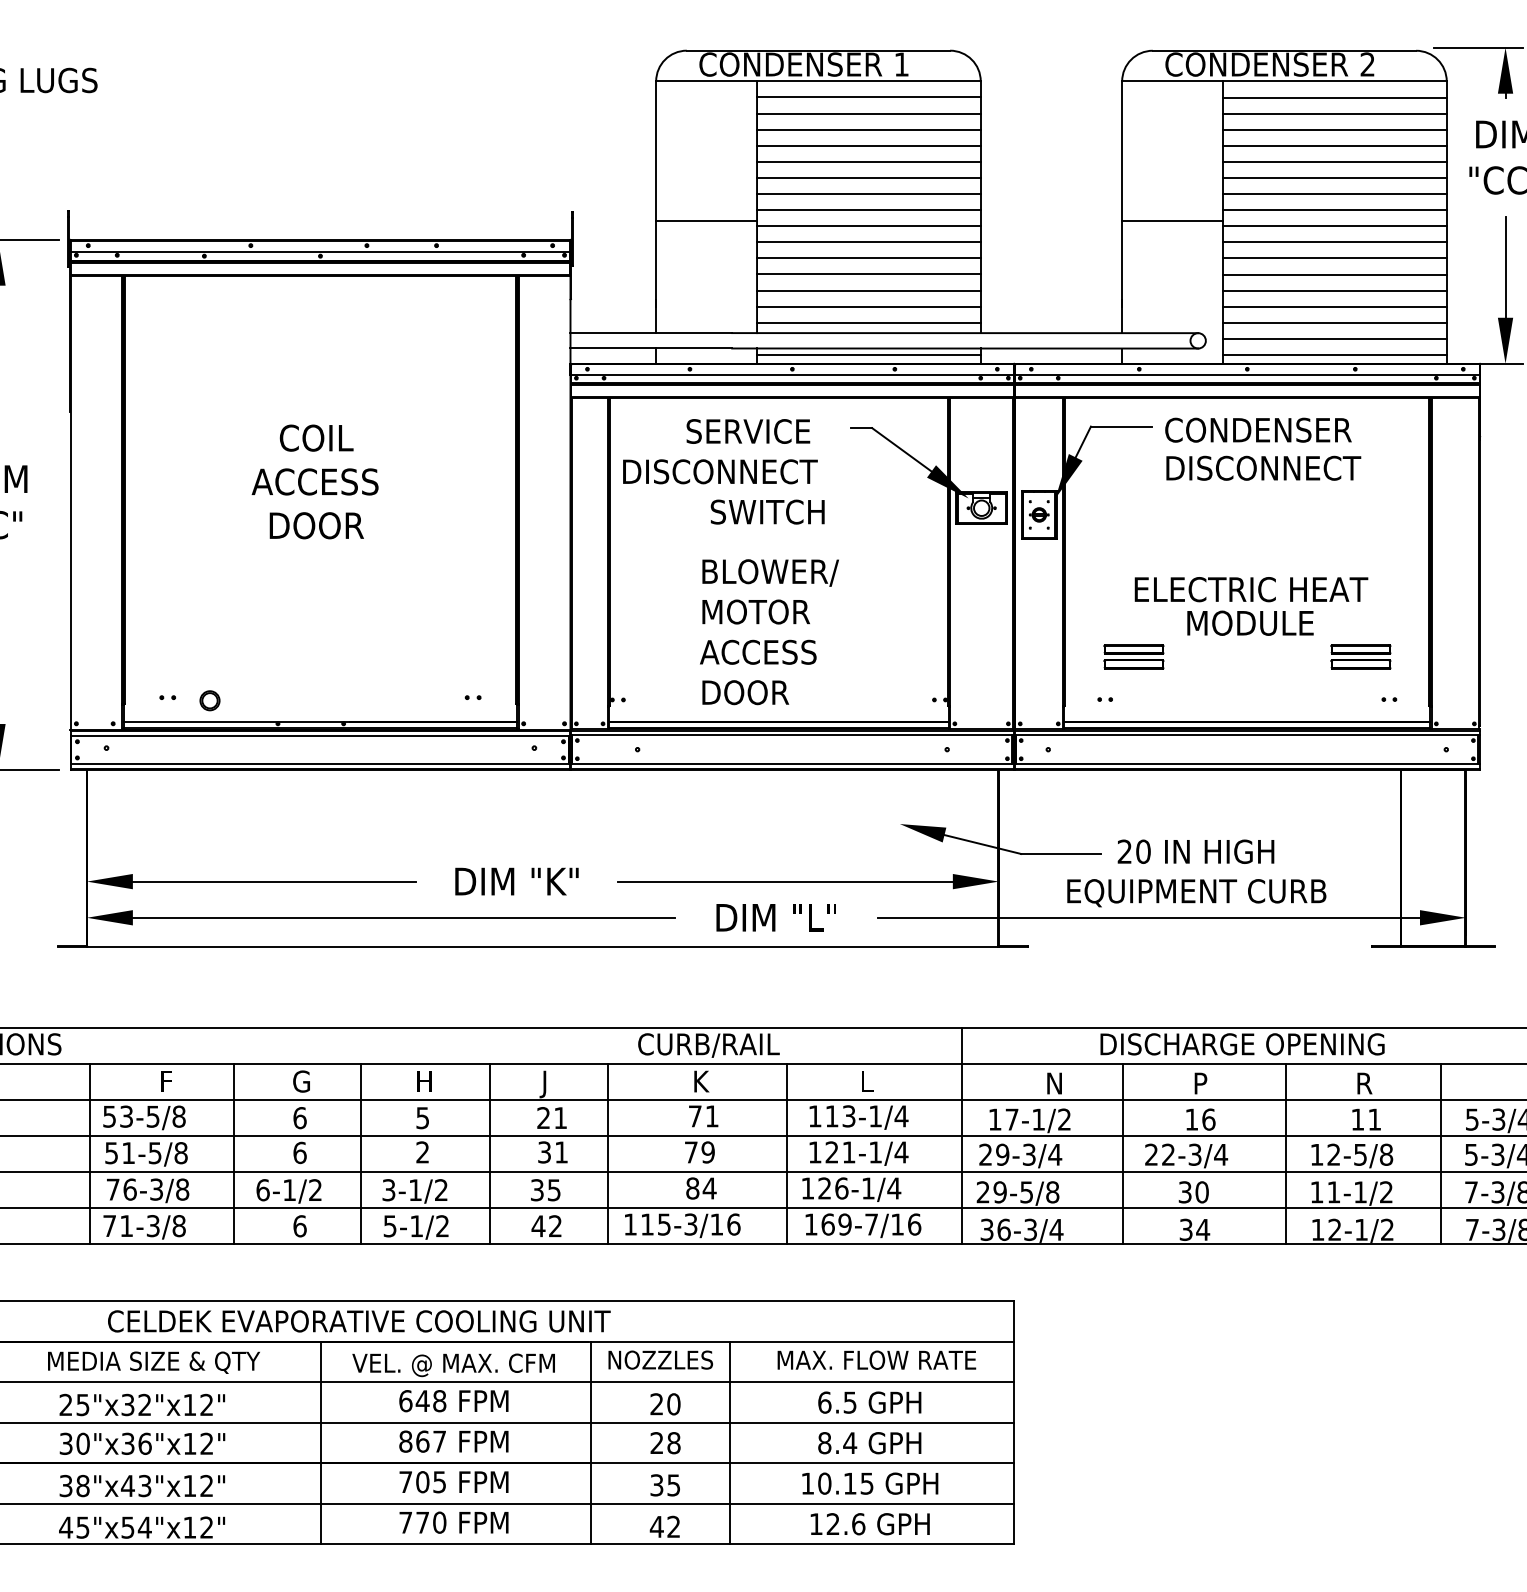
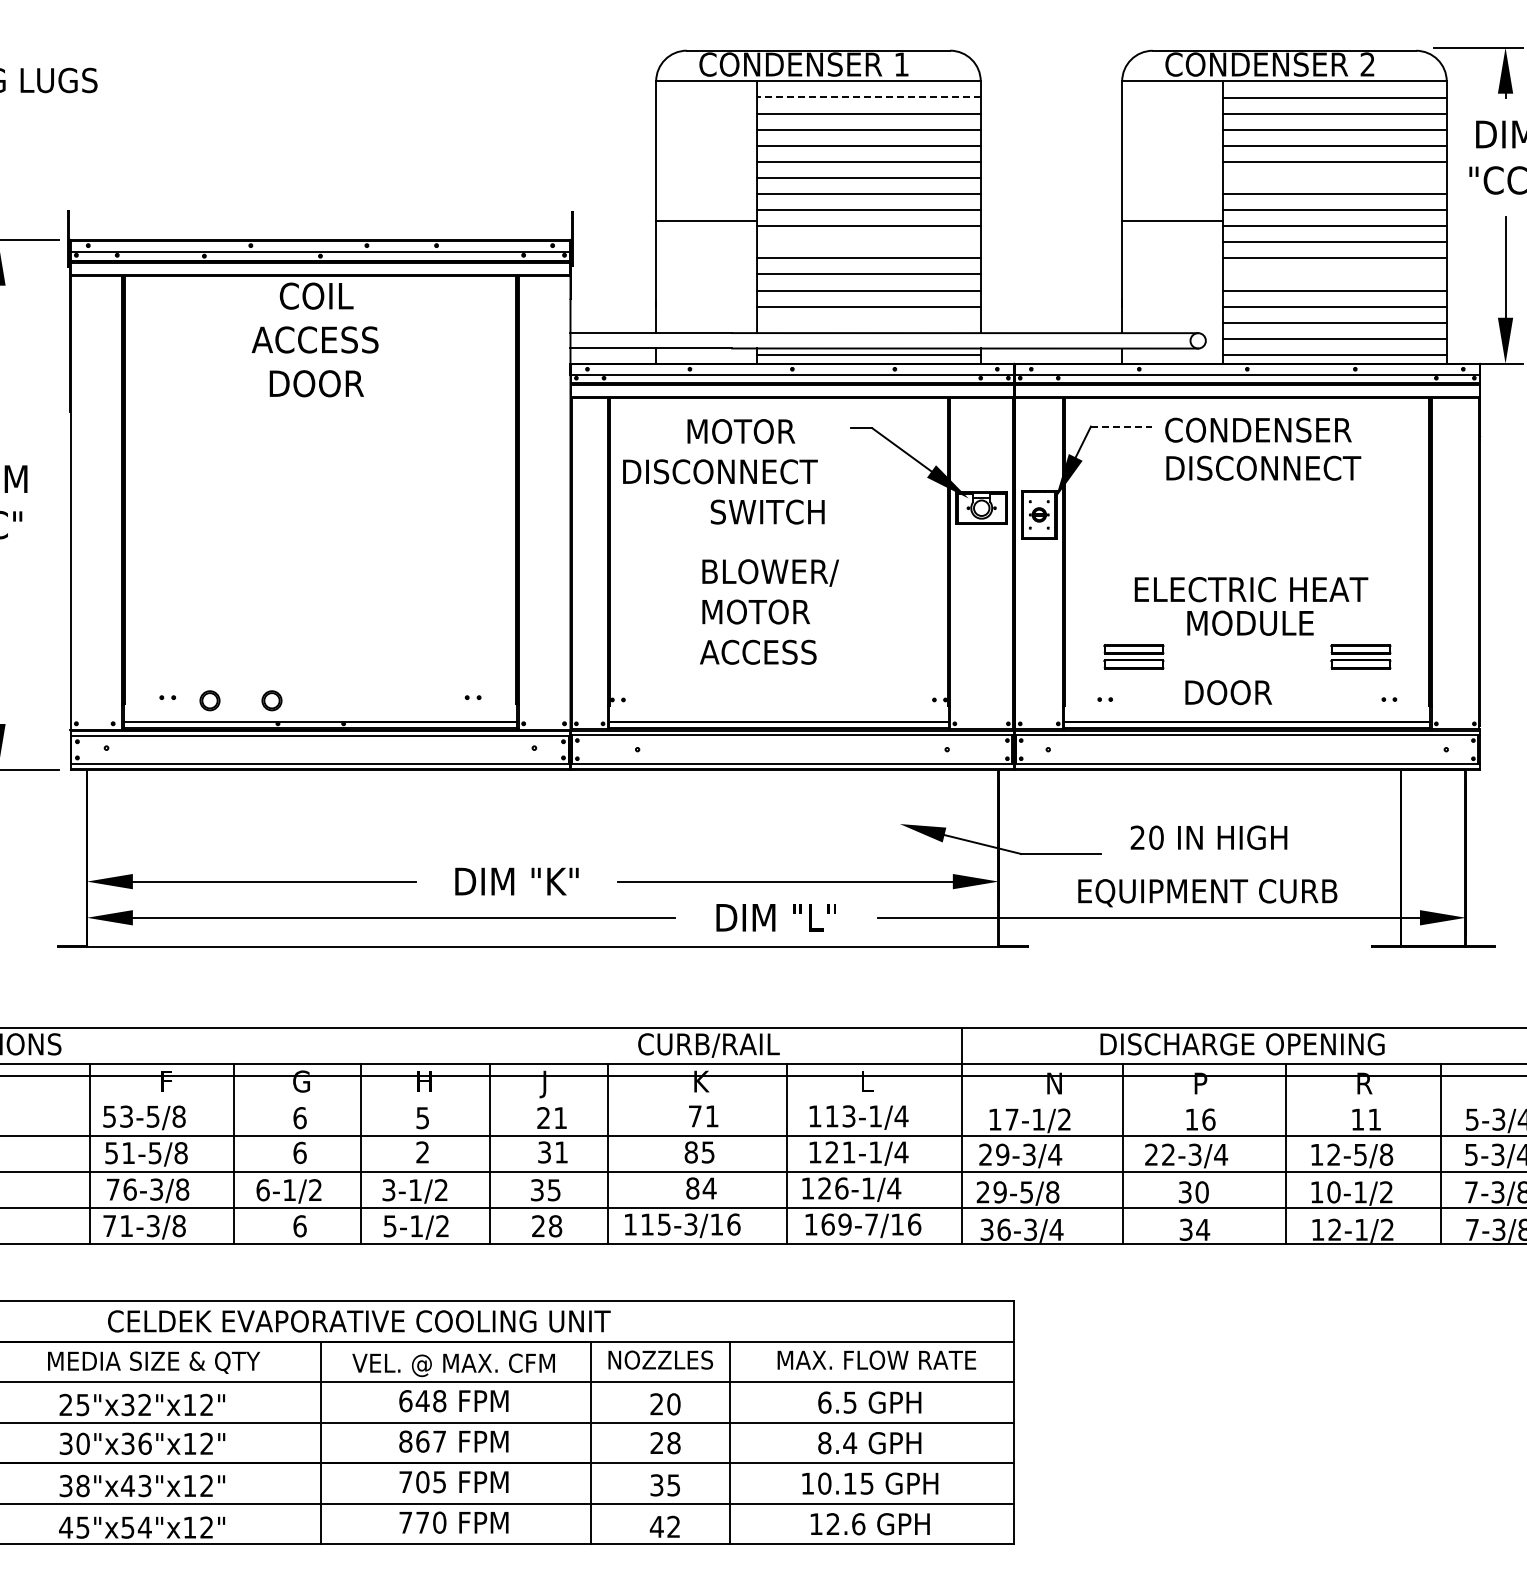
line at (868, 97): solid -> dashed
line at (1334, 177): present -> none
line at (868, 242): present -> none
line at (1334, 274): present -> none
line at (868, 322): present -> none
line at (1121, 426): solid -> dashed
text at (748, 431): SERVICE -> MOTOR
text at (314, 481) position: (314, 481) -> (314, 339)
text at (745, 692) position: (745, 692) -> (1228, 692)
part at (271, 700): none -> present
text at (1195, 851) position: (1195, 851) -> (1208, 837)
text at (1196, 893) position: (1196, 893) -> (1207, 893)
line at (762, 1100) position: (762, 1100) -> (762, 1076)
text at (699, 1152): 79 -> 85
text at (1333, 1192): 11-1/2 -> 10-1/2
text at (546, 1226): 42 -> 28
